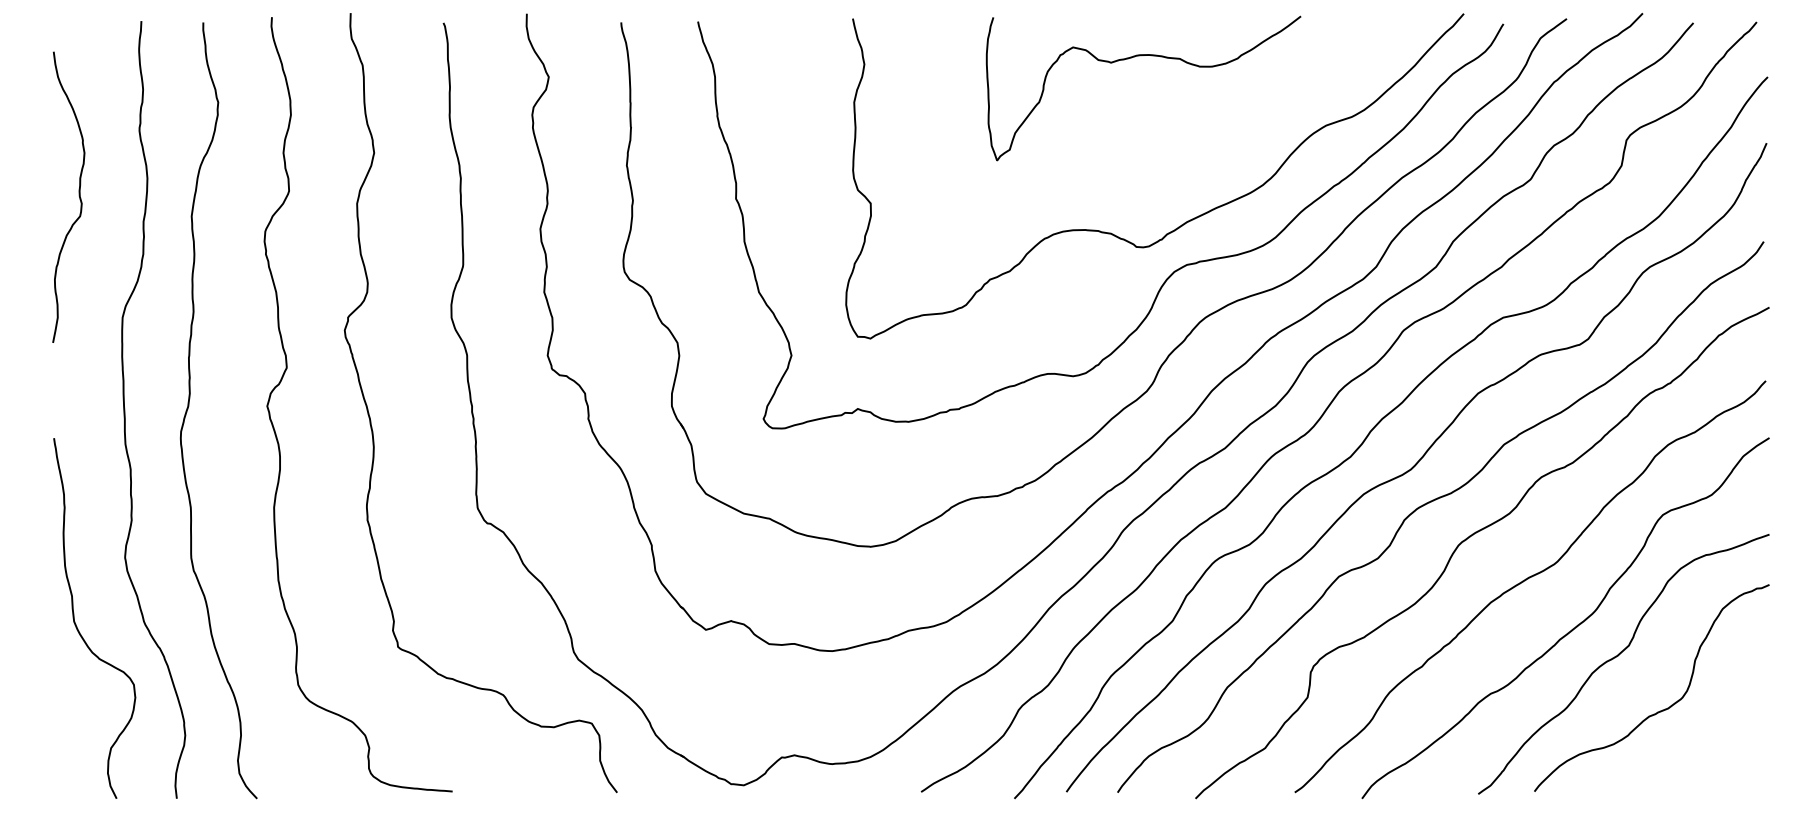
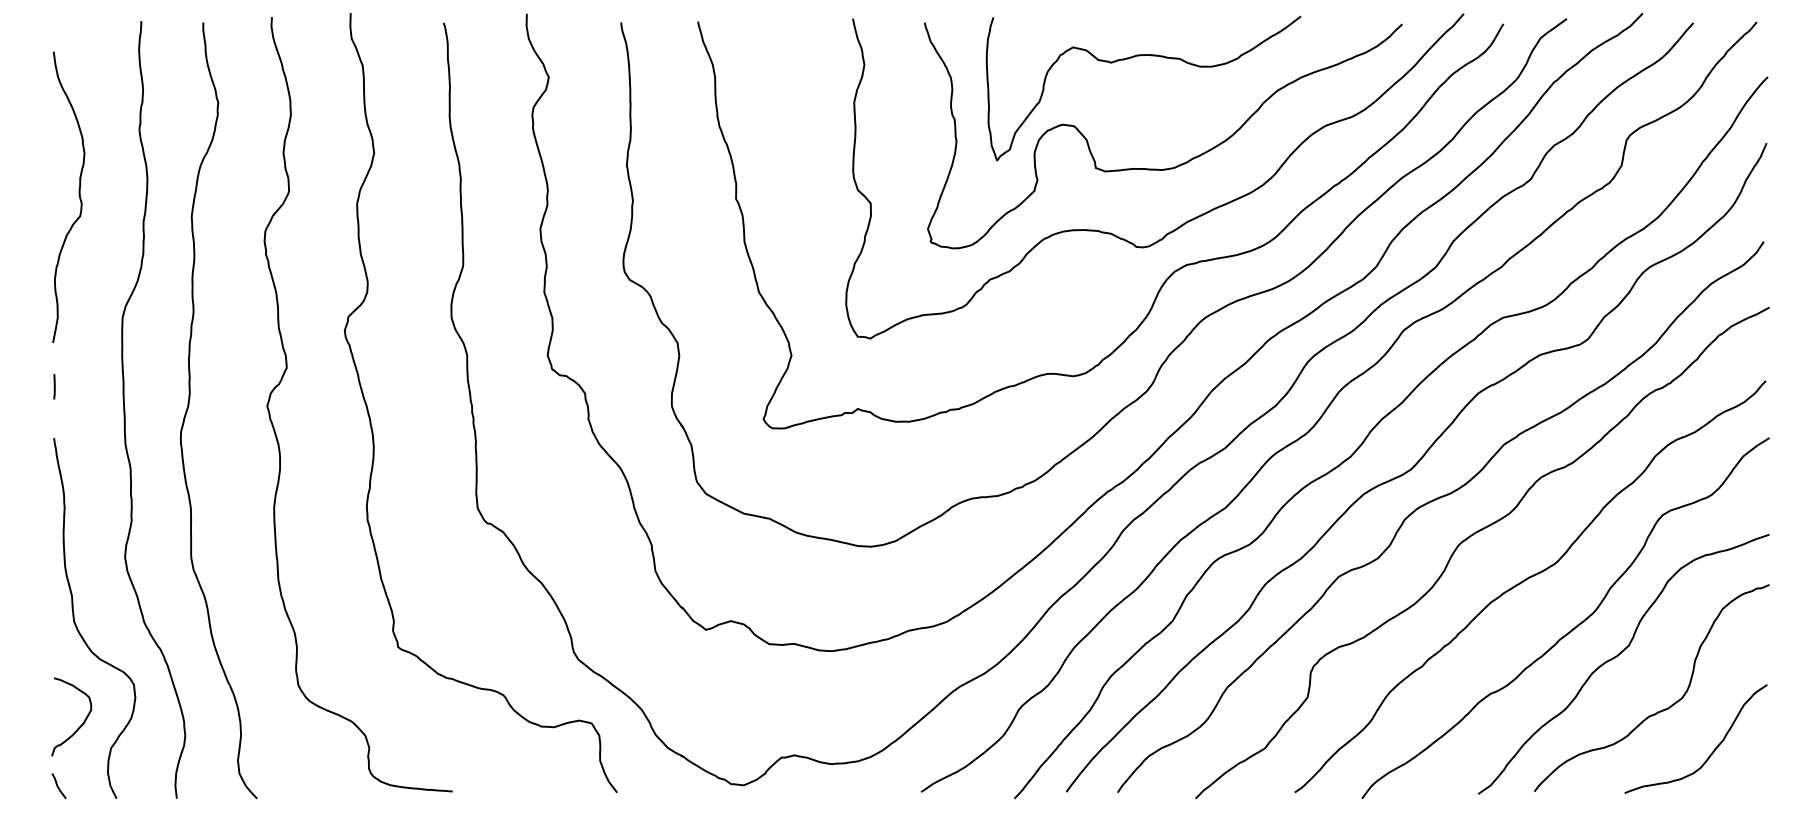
curve at (1176, 165): none -> present
line at (54, 386): none -> present
curve at (80, 725): none -> present
curve at (1711, 752): none -> present
line at (58, 786): none -> present
